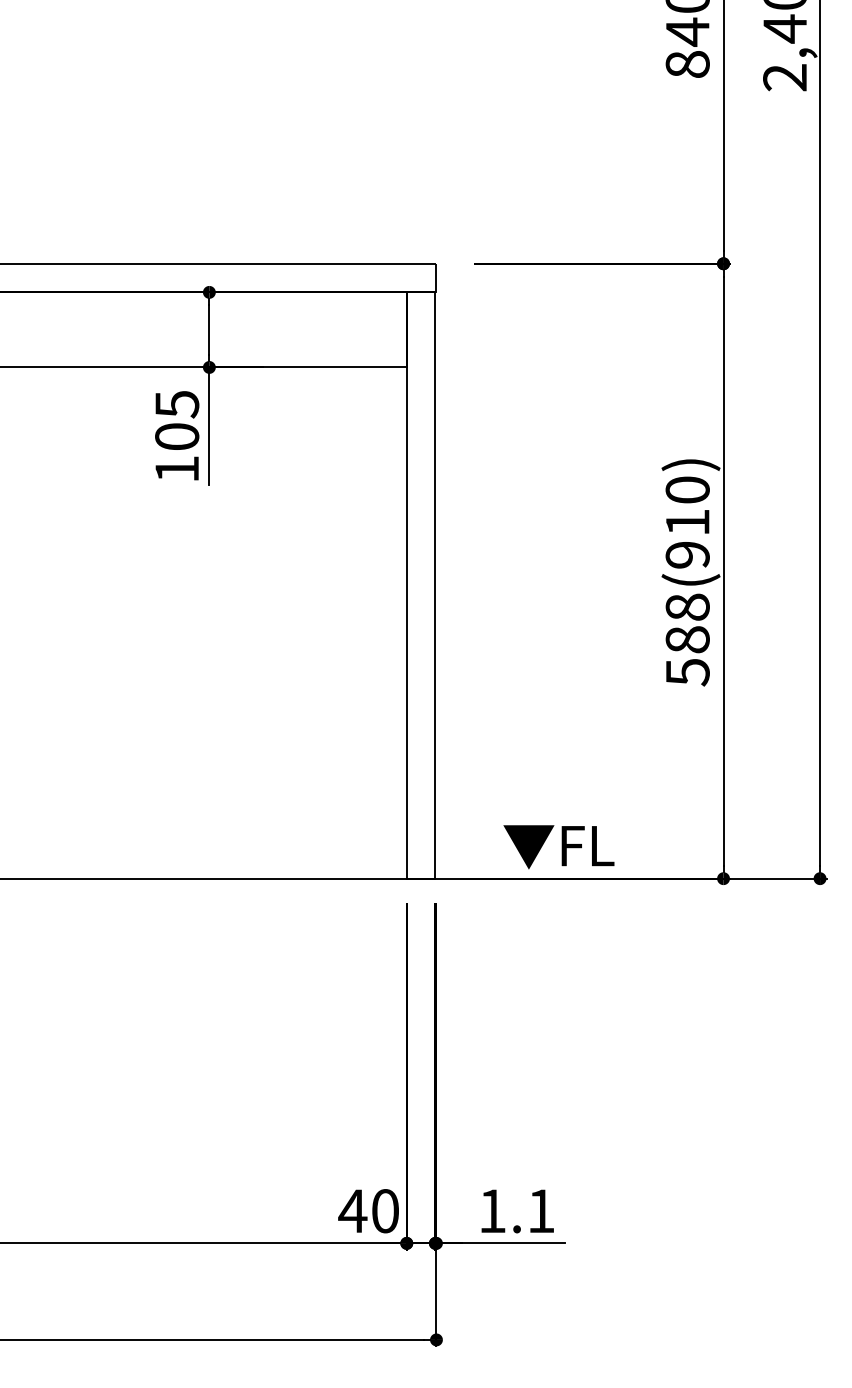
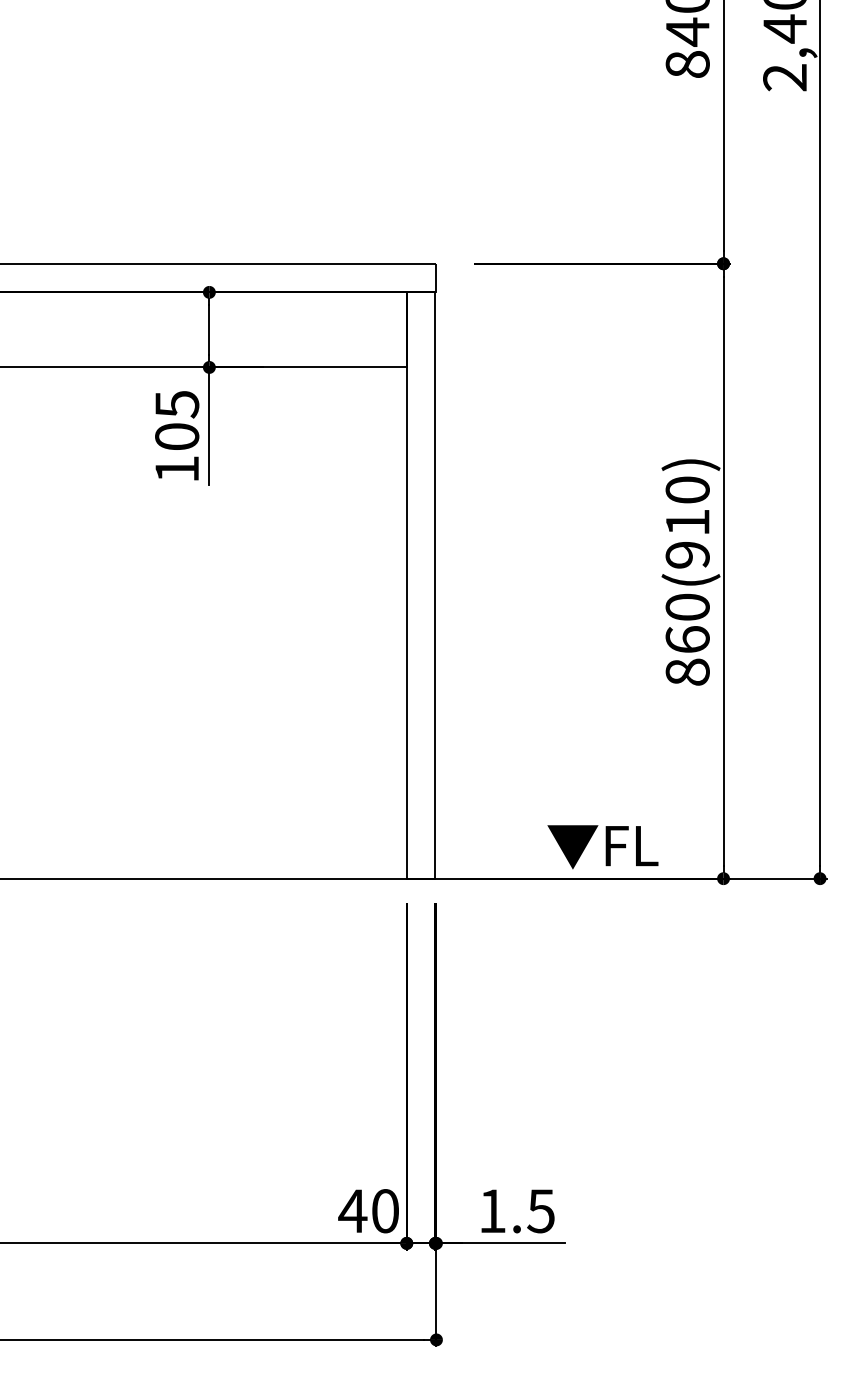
text at (687, 639): 588(910) -> 860(910)
text at (558, 847) position: (558, 847) -> (602, 847)
text at (540, 1211): 1.1 -> 1.5
